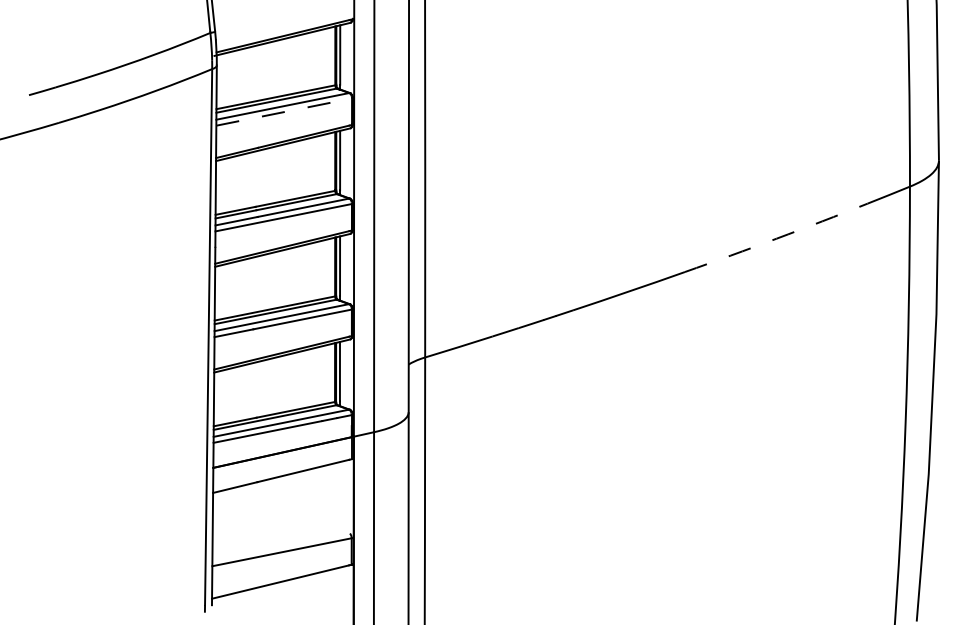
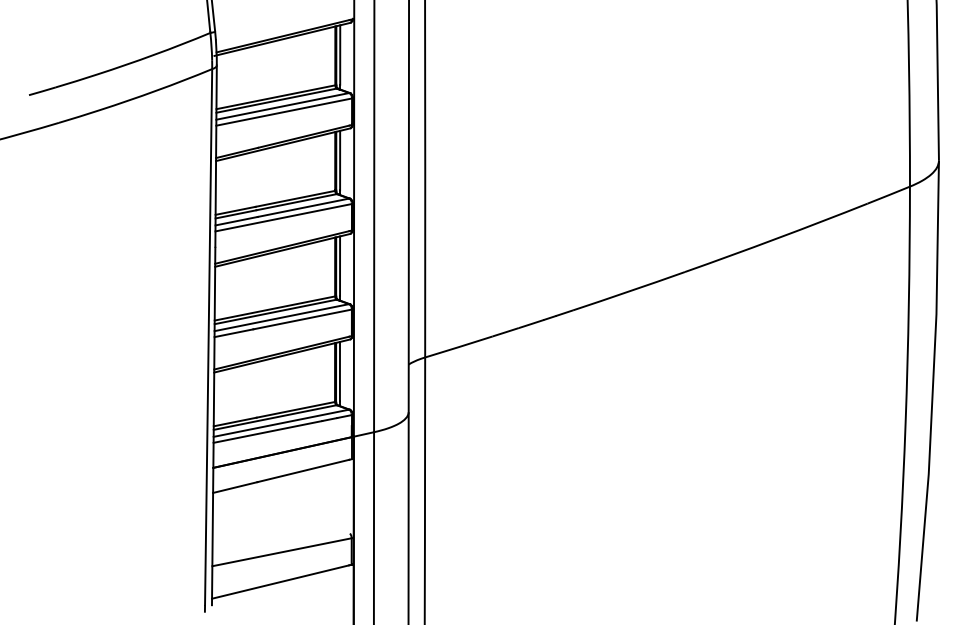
line at (284, 111): dashed -> solid
arc at (776, 238): dashed -> solid
